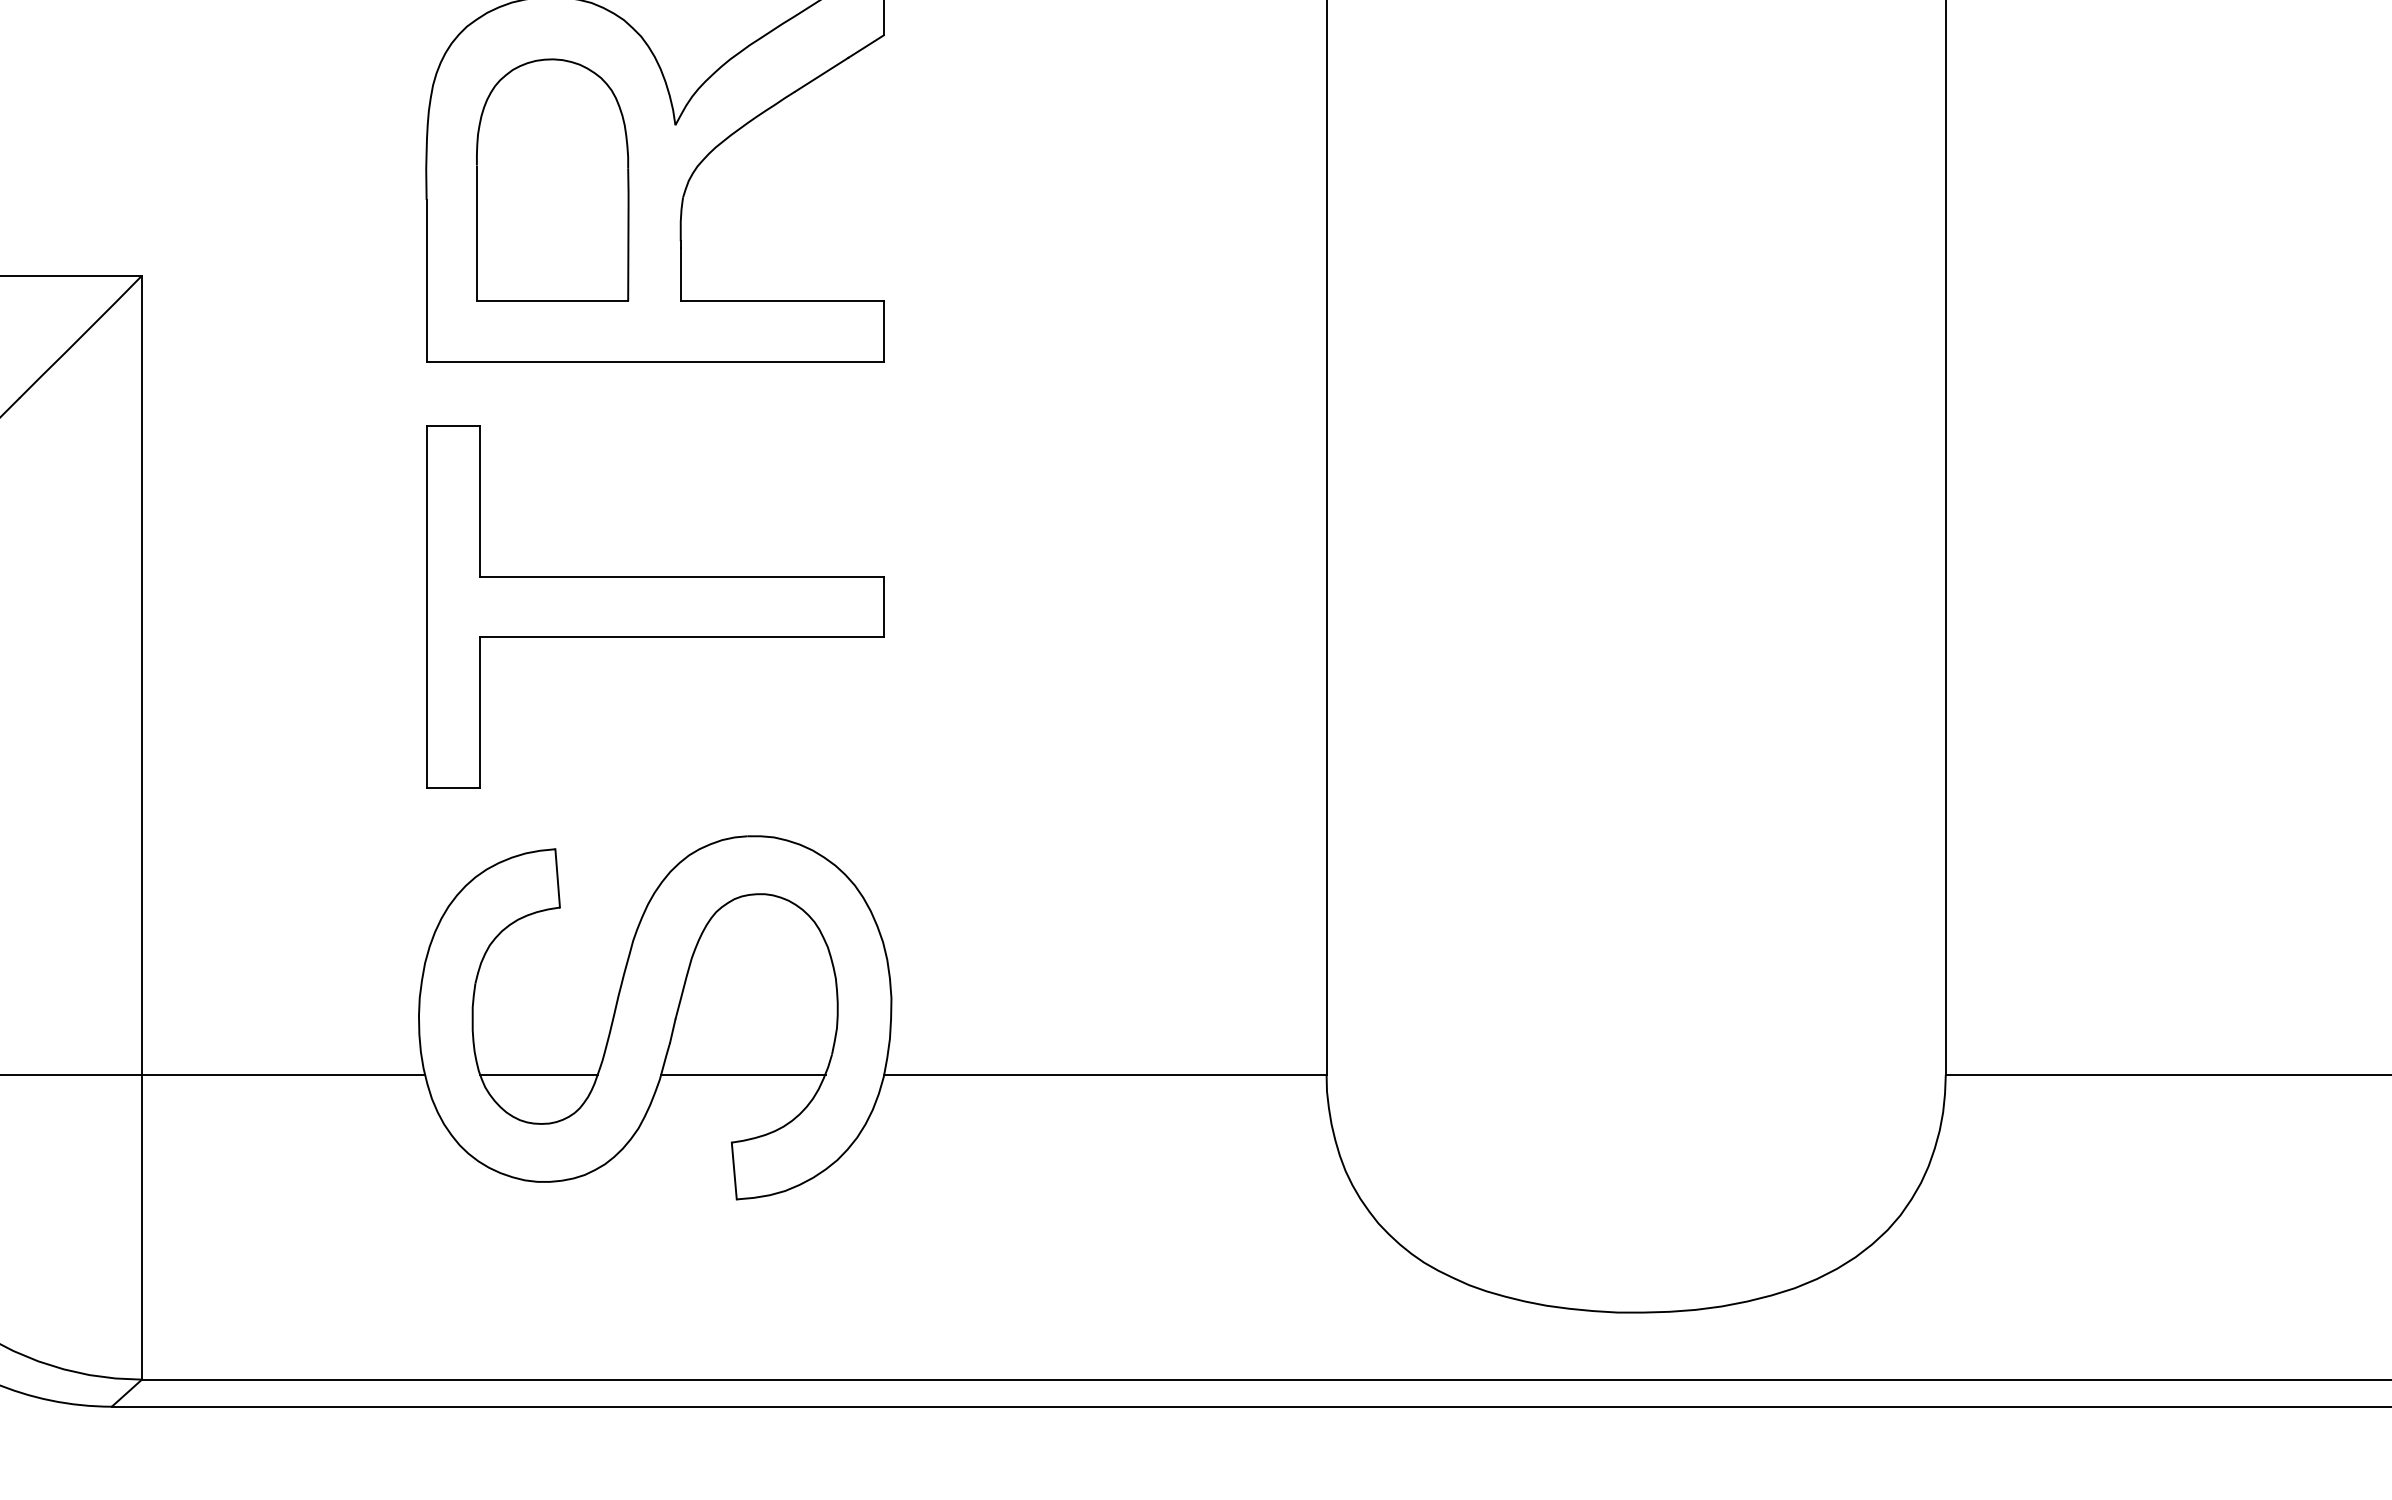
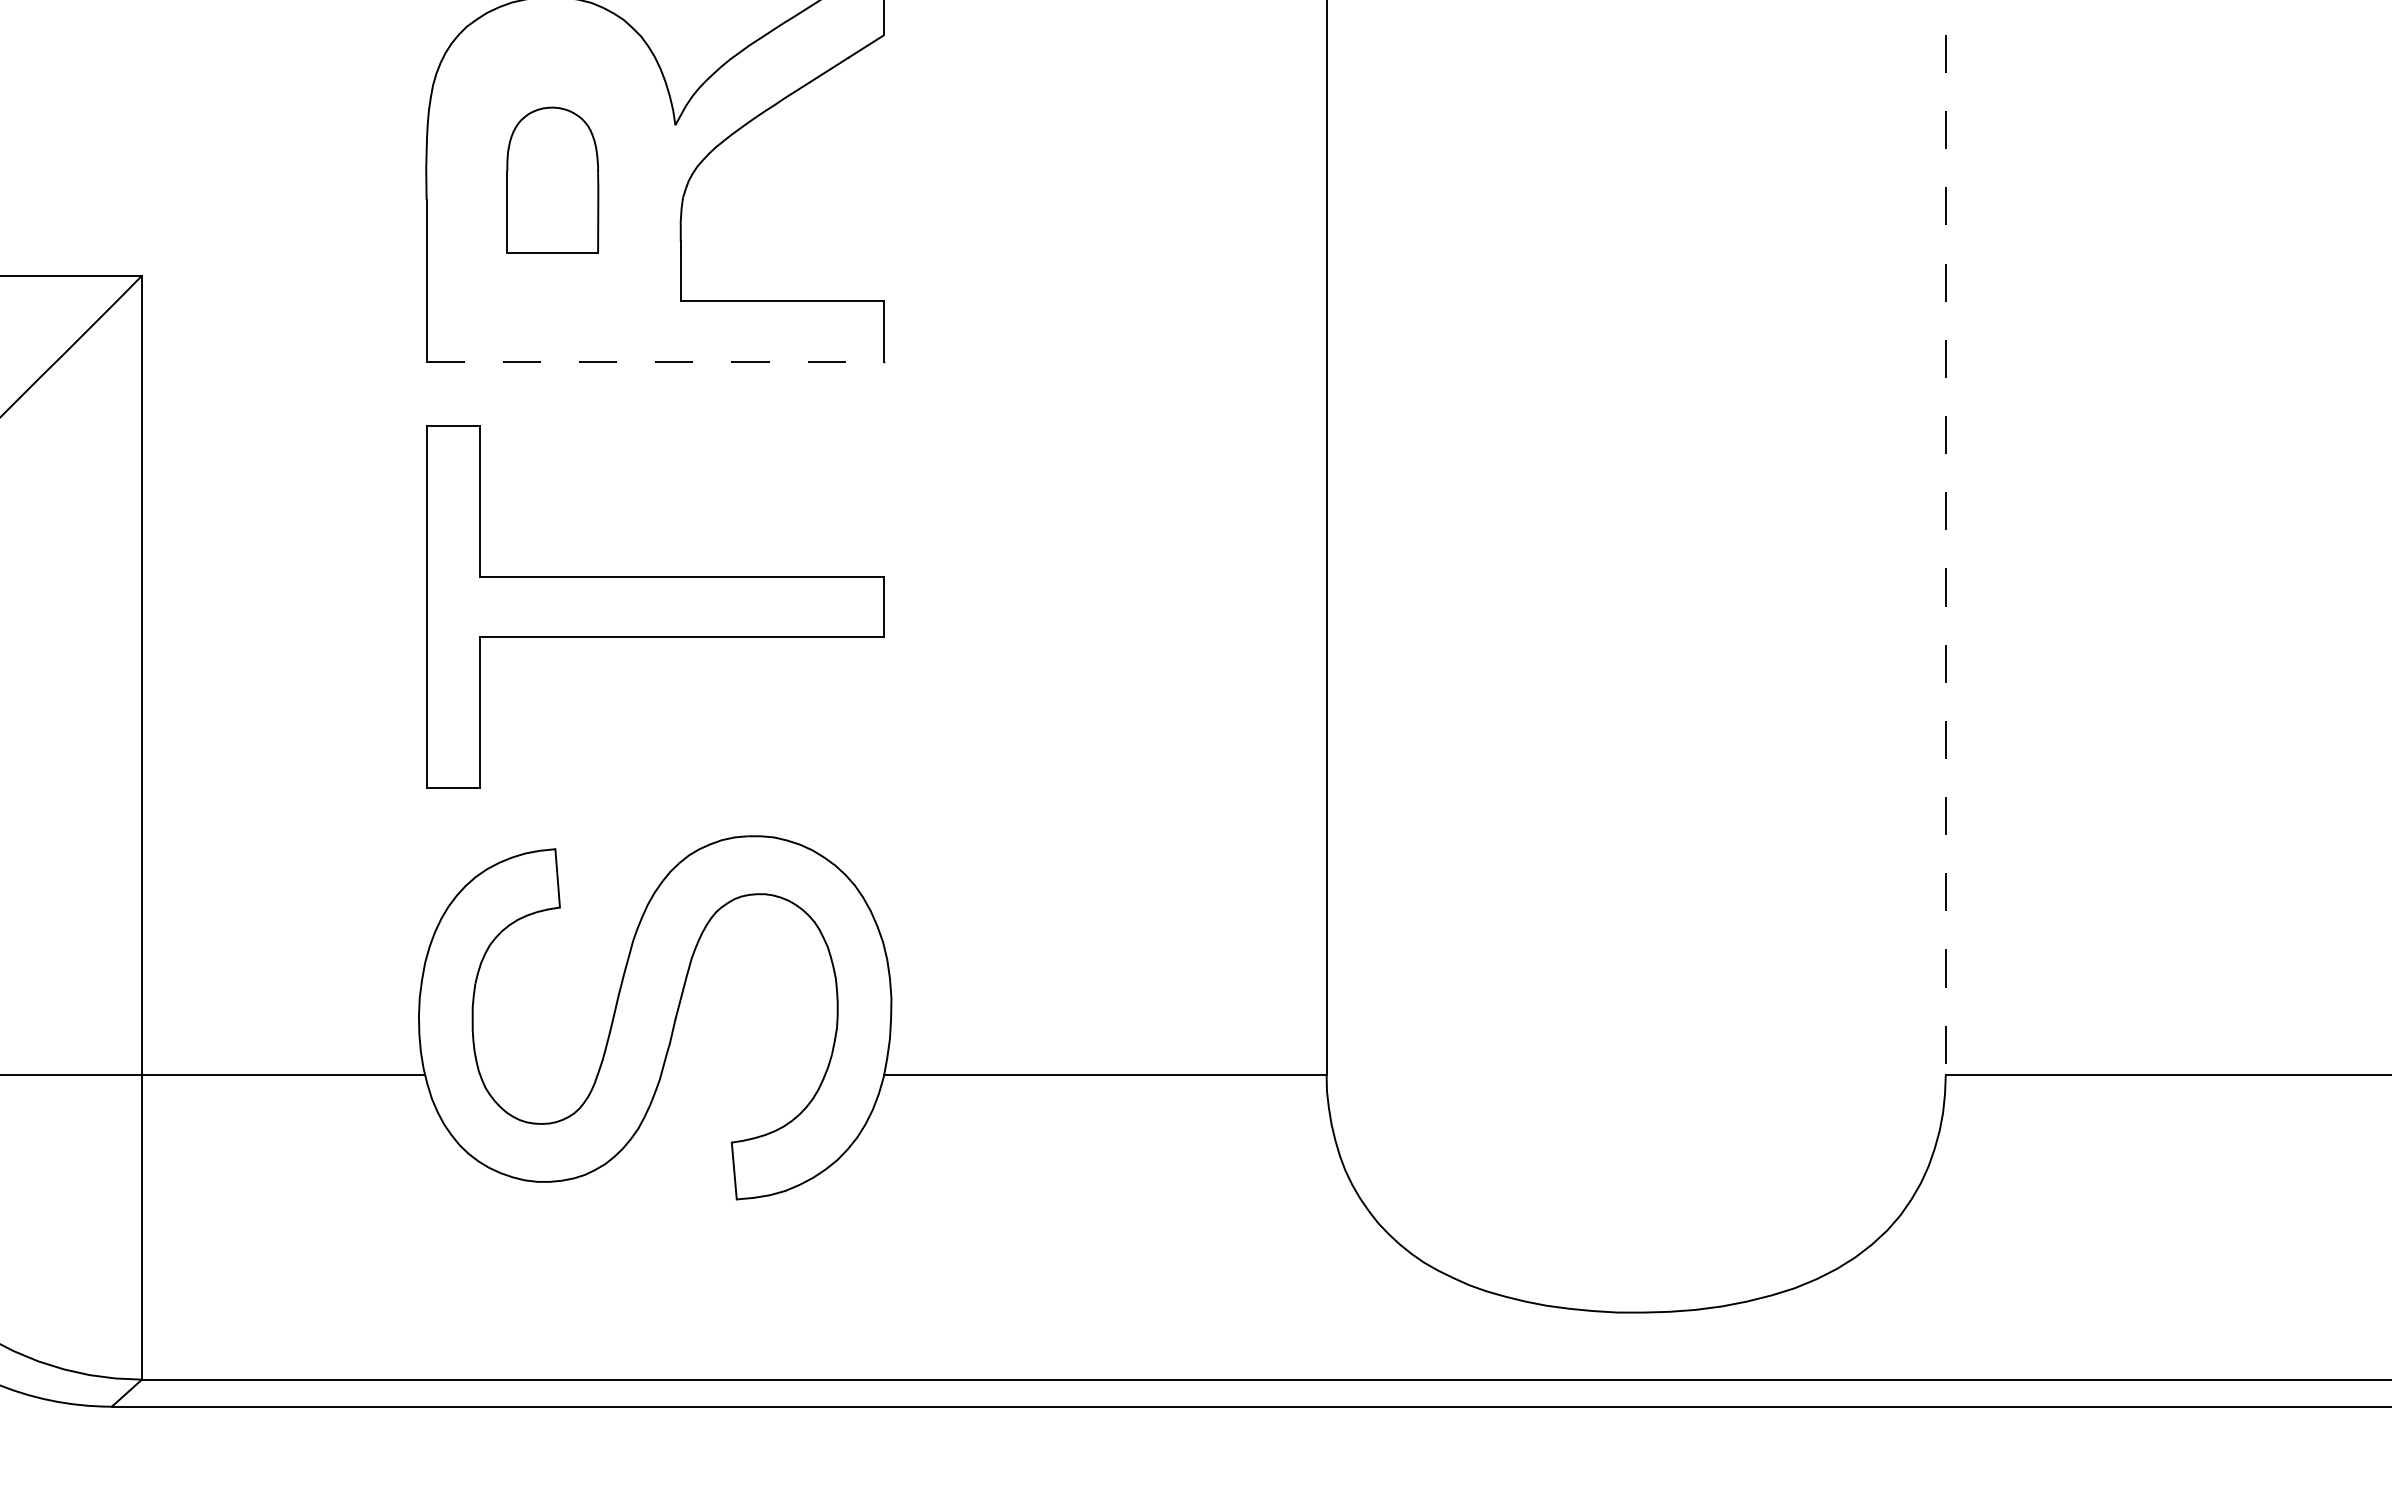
part at (552, 179) size: 154x244 px -> 94x148 px
line at (655, 362): solid -> dashed
line at (1945, 537): solid -> dashed
line at (538, 1074): present -> none
line at (742, 1074): present -> none
